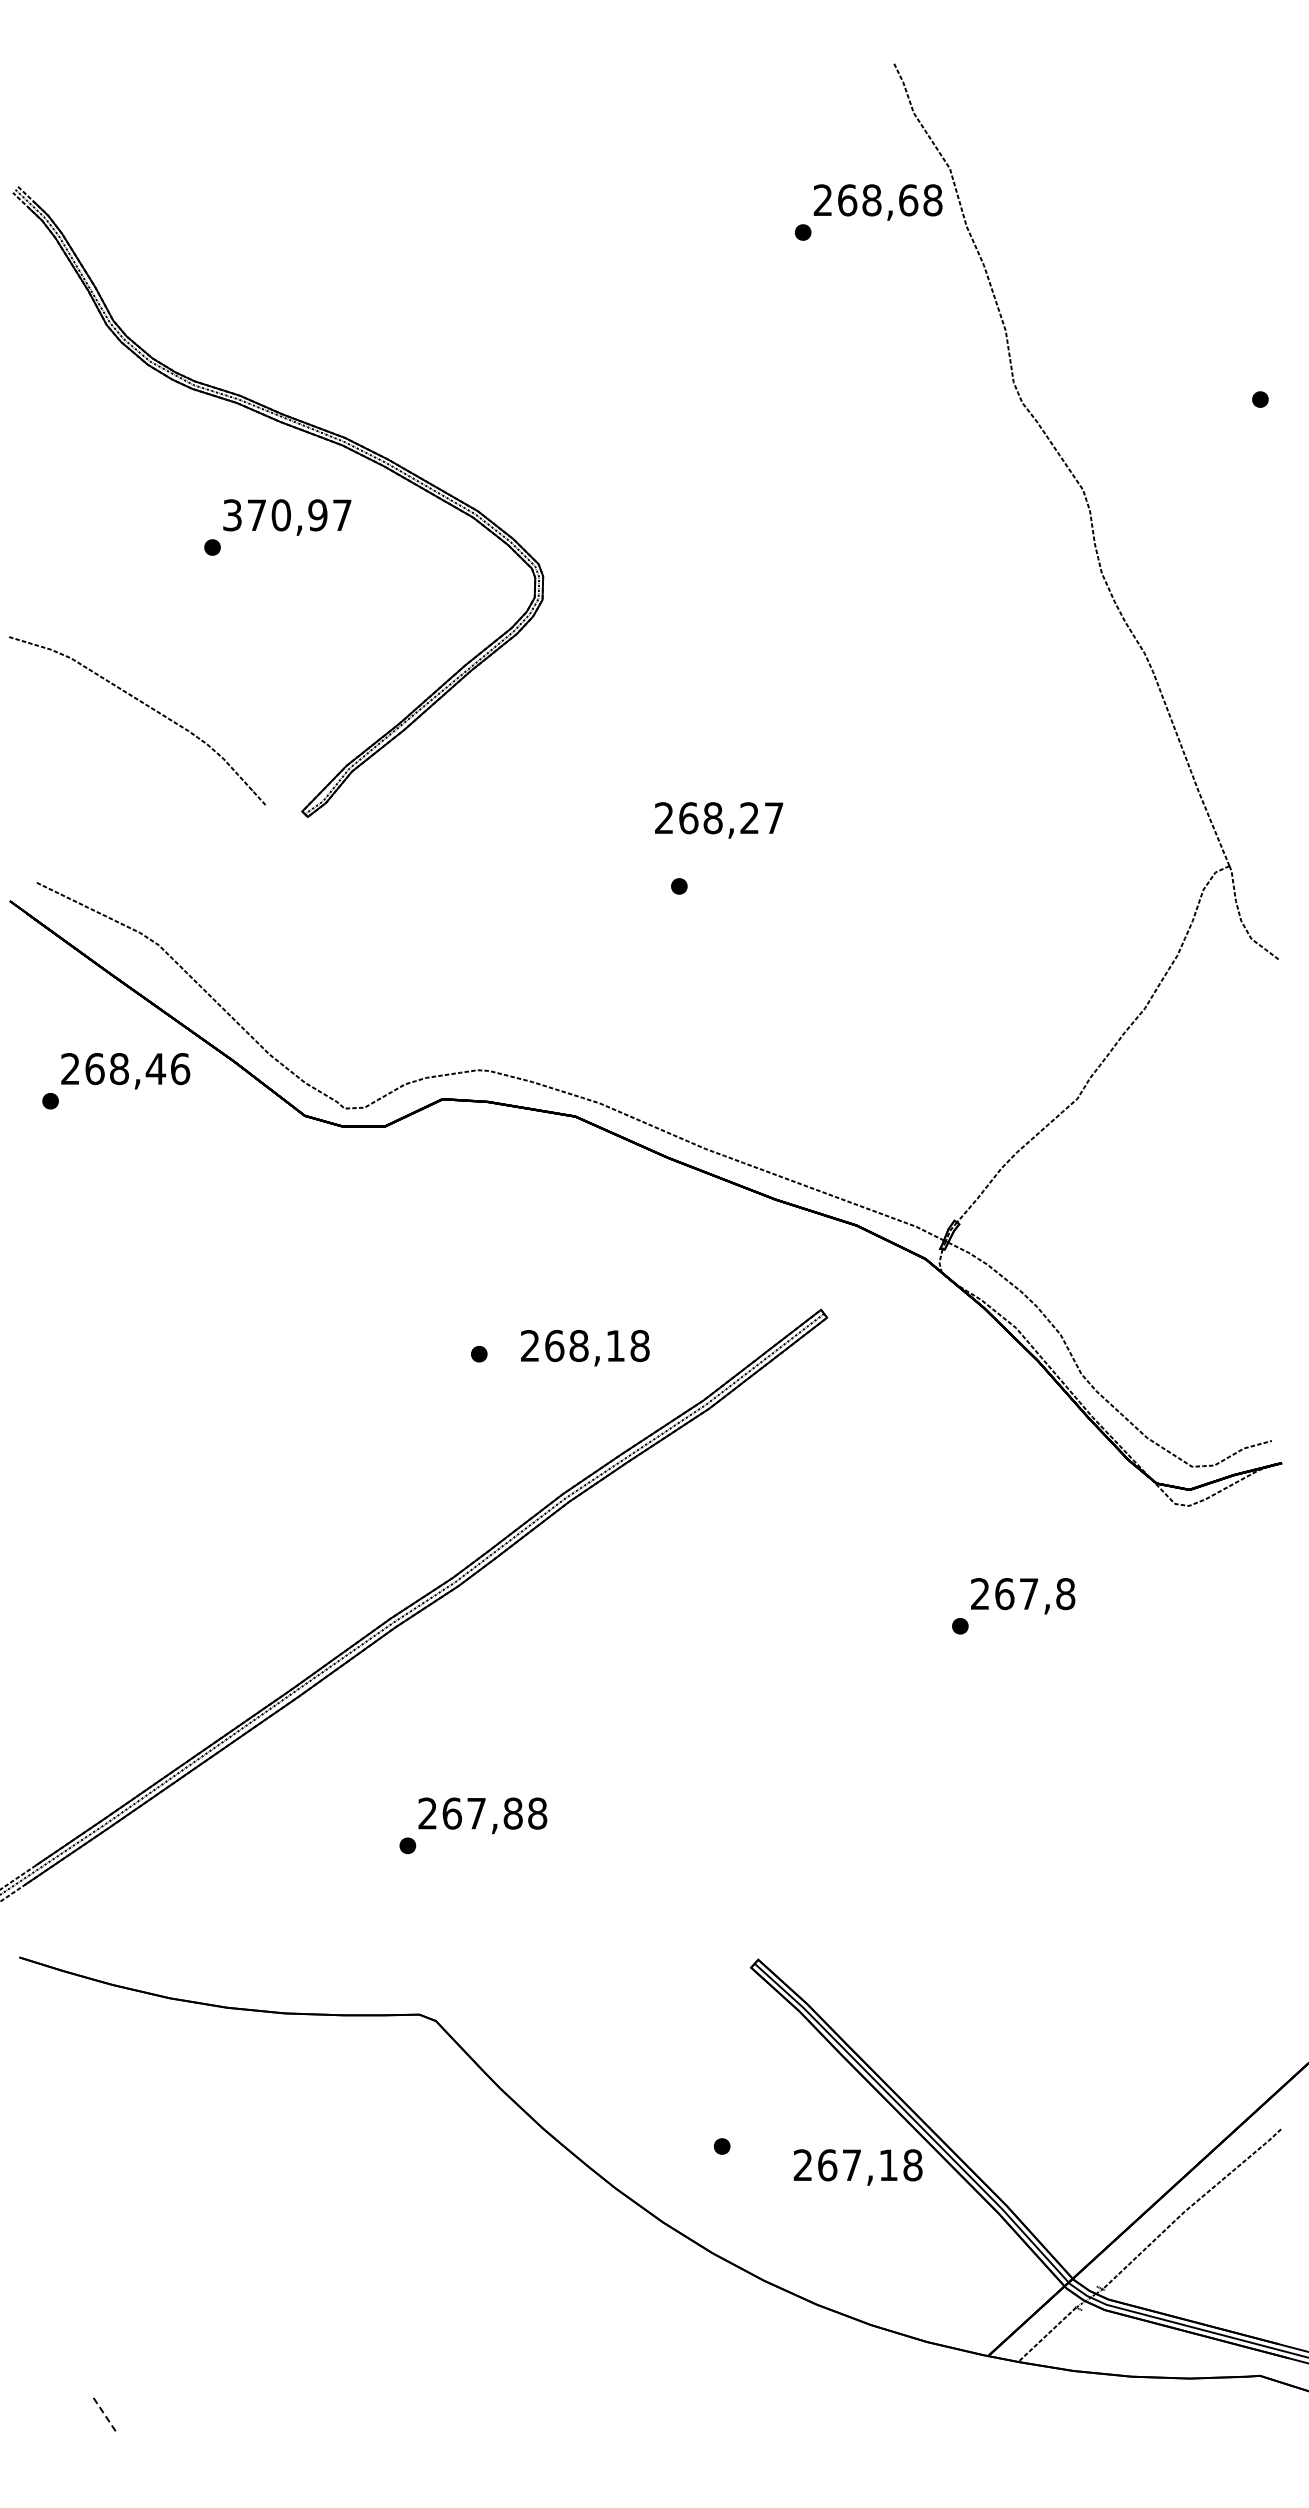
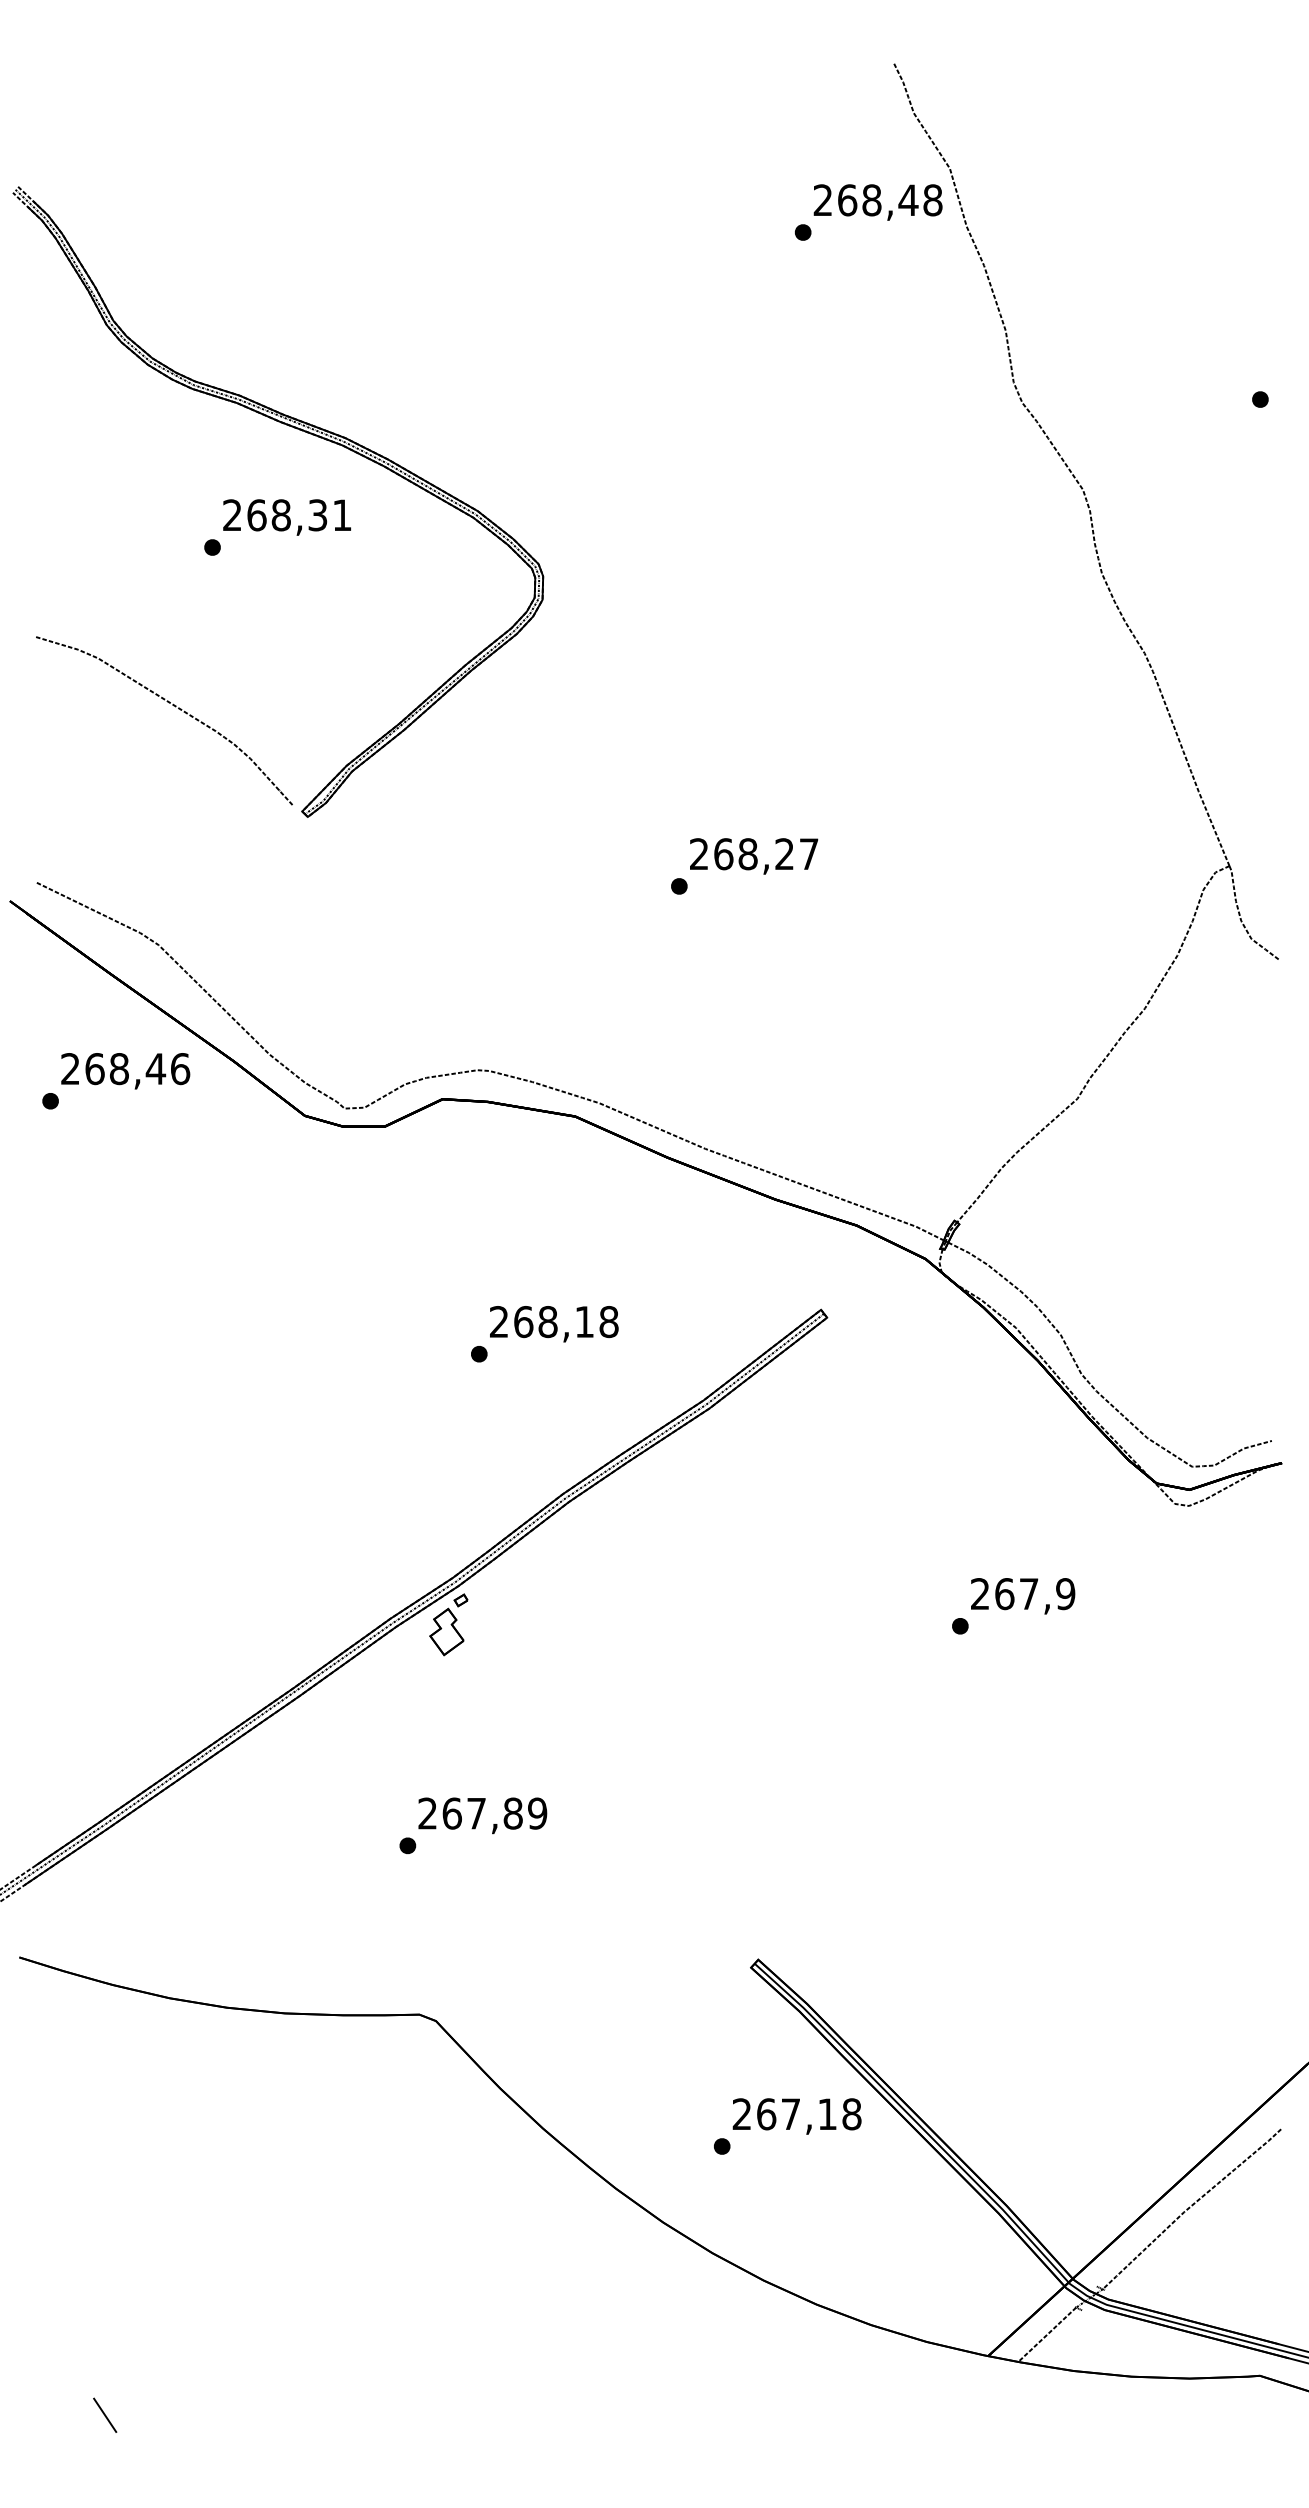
text at (908, 200): 268,68 -> 268,48
text at (287, 515): 370,97 -> 268,31
curve at (146, 706) position: (146, 706) -> (173, 706)
text at (719, 820) position: (719, 820) -> (754, 856)
text at (585, 1348) position: (585, 1348) -> (554, 1324)
text at (1065, 1594): 267,8 -> 267,9
part at (448, 1624): none -> present
text at (537, 1813): 267,88 -> 267,89
text at (857, 2167) position: (857, 2167) -> (796, 2116)
line at (105, 2415): dashed -> solid
